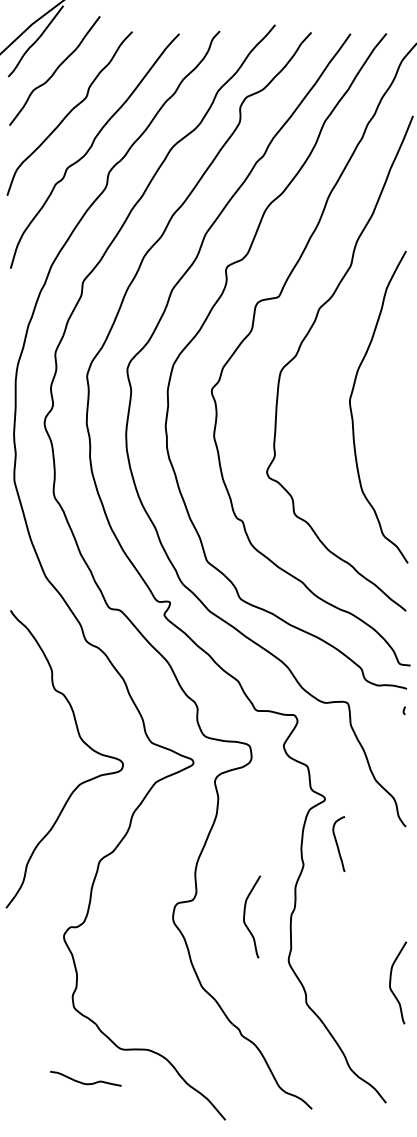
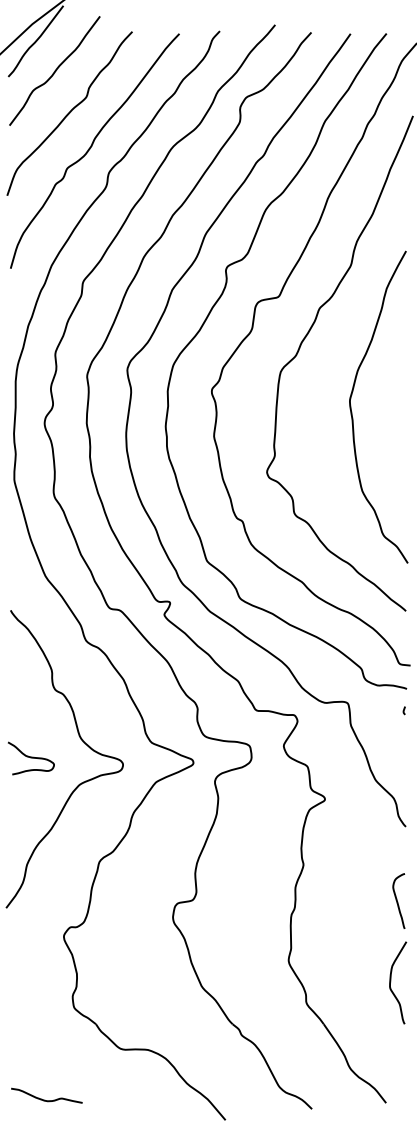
curve at (31, 758): none -> present
curve at (337, 843) position: (337, 843) -> (397, 900)
curve at (245, 915): present -> none
curve at (83, 1082) position: (83, 1082) -> (44, 1099)
